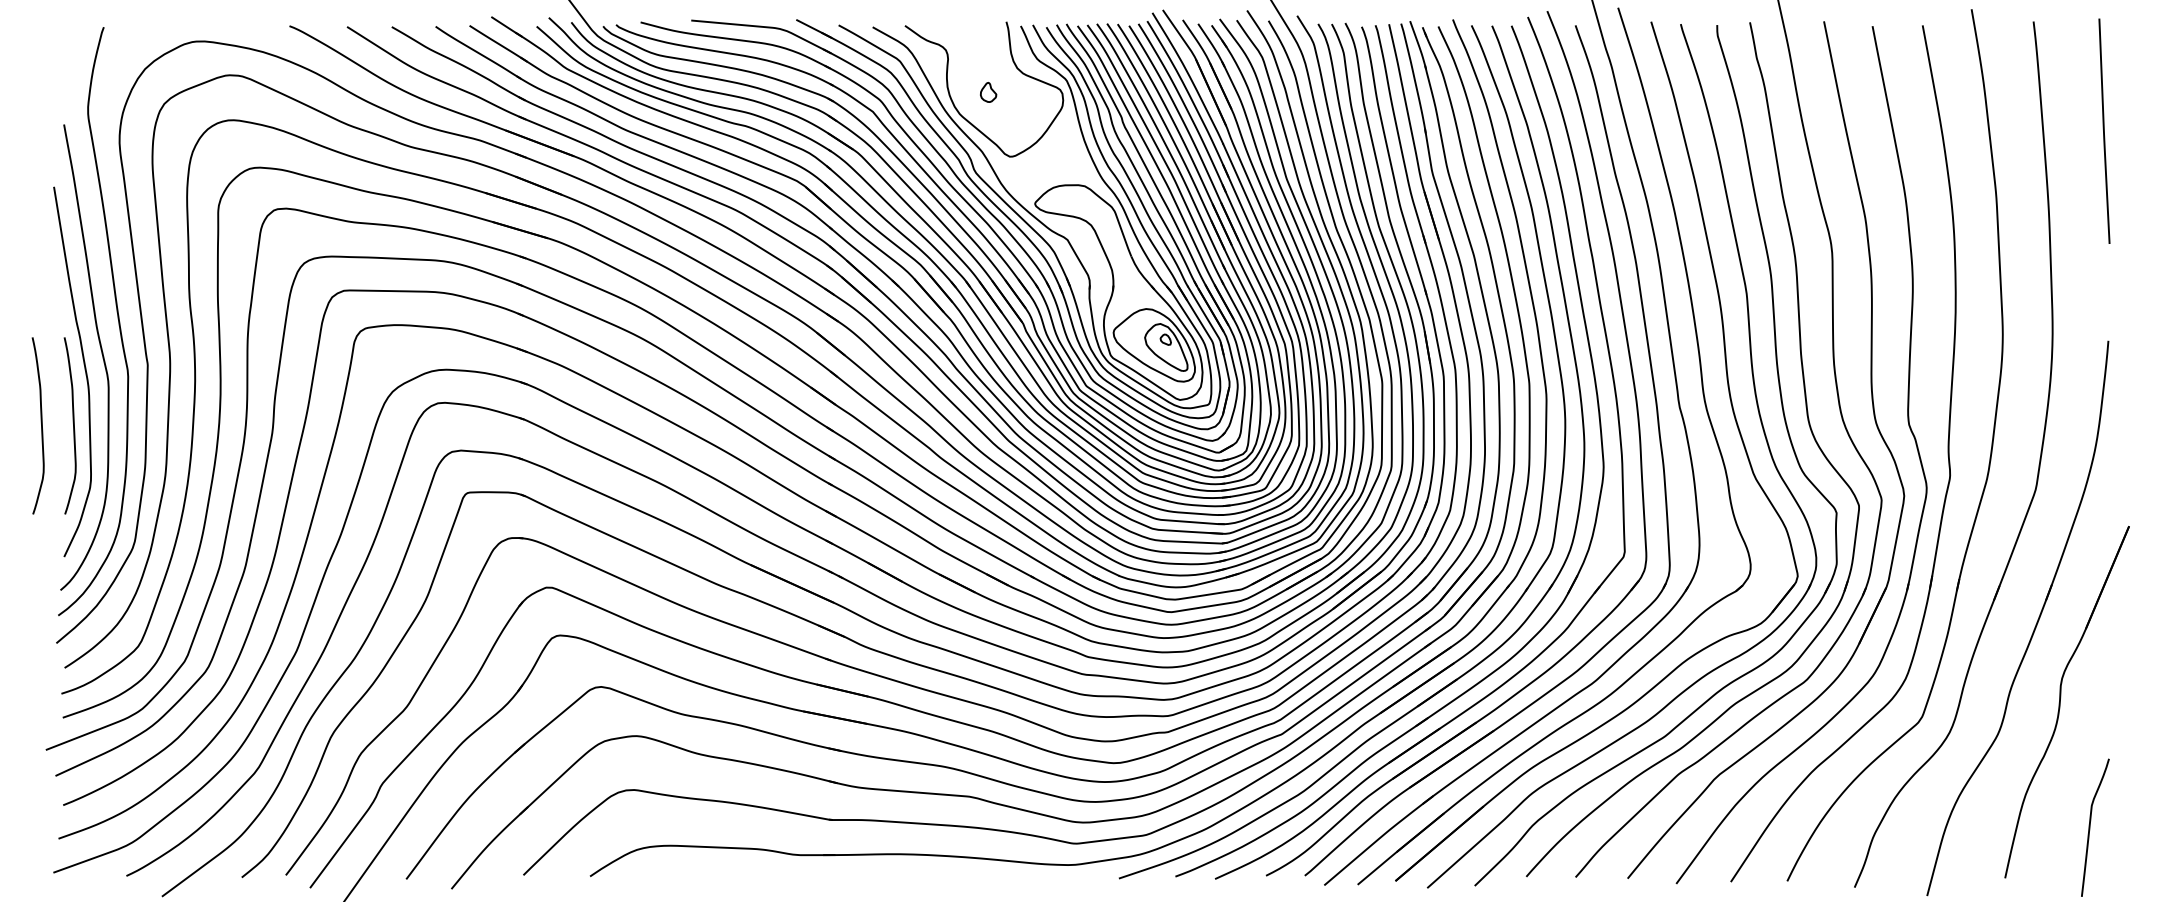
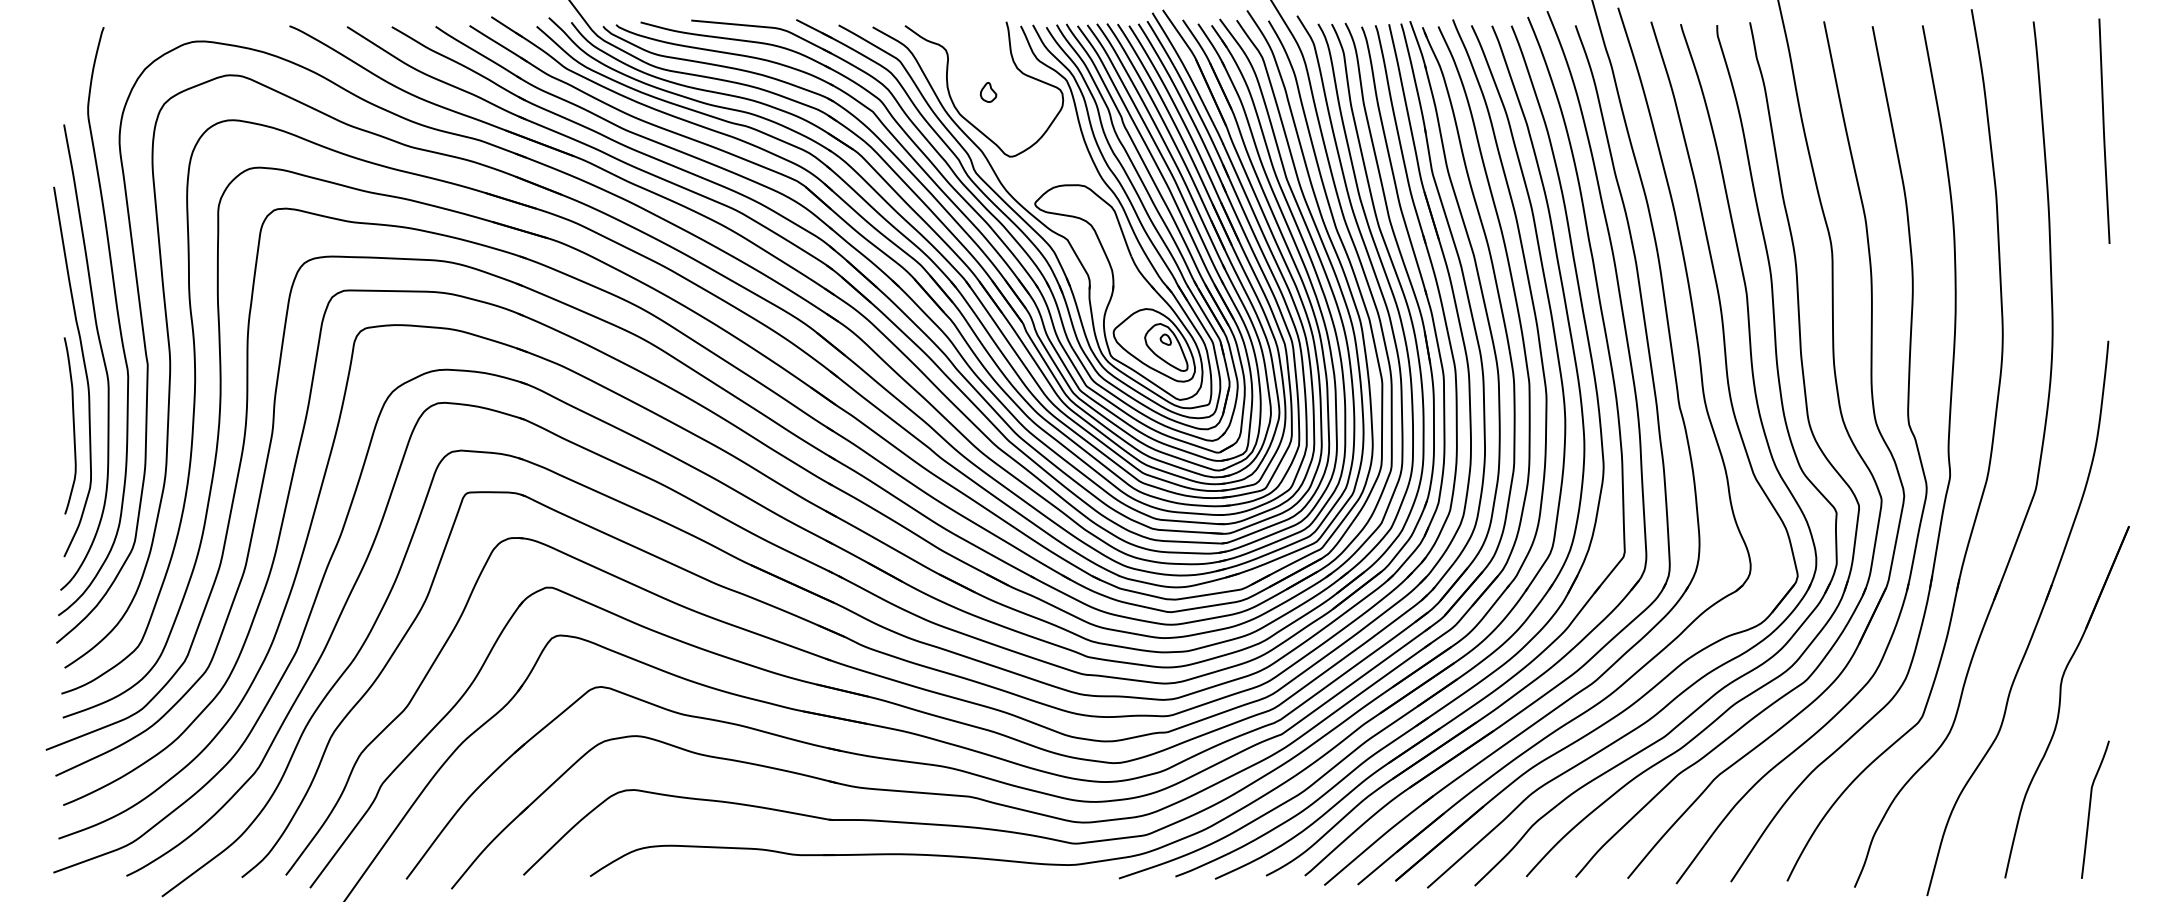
curve at (41, 425): present -> none
curve at (2090, 827) position: (2090, 827) -> (2090, 809)
